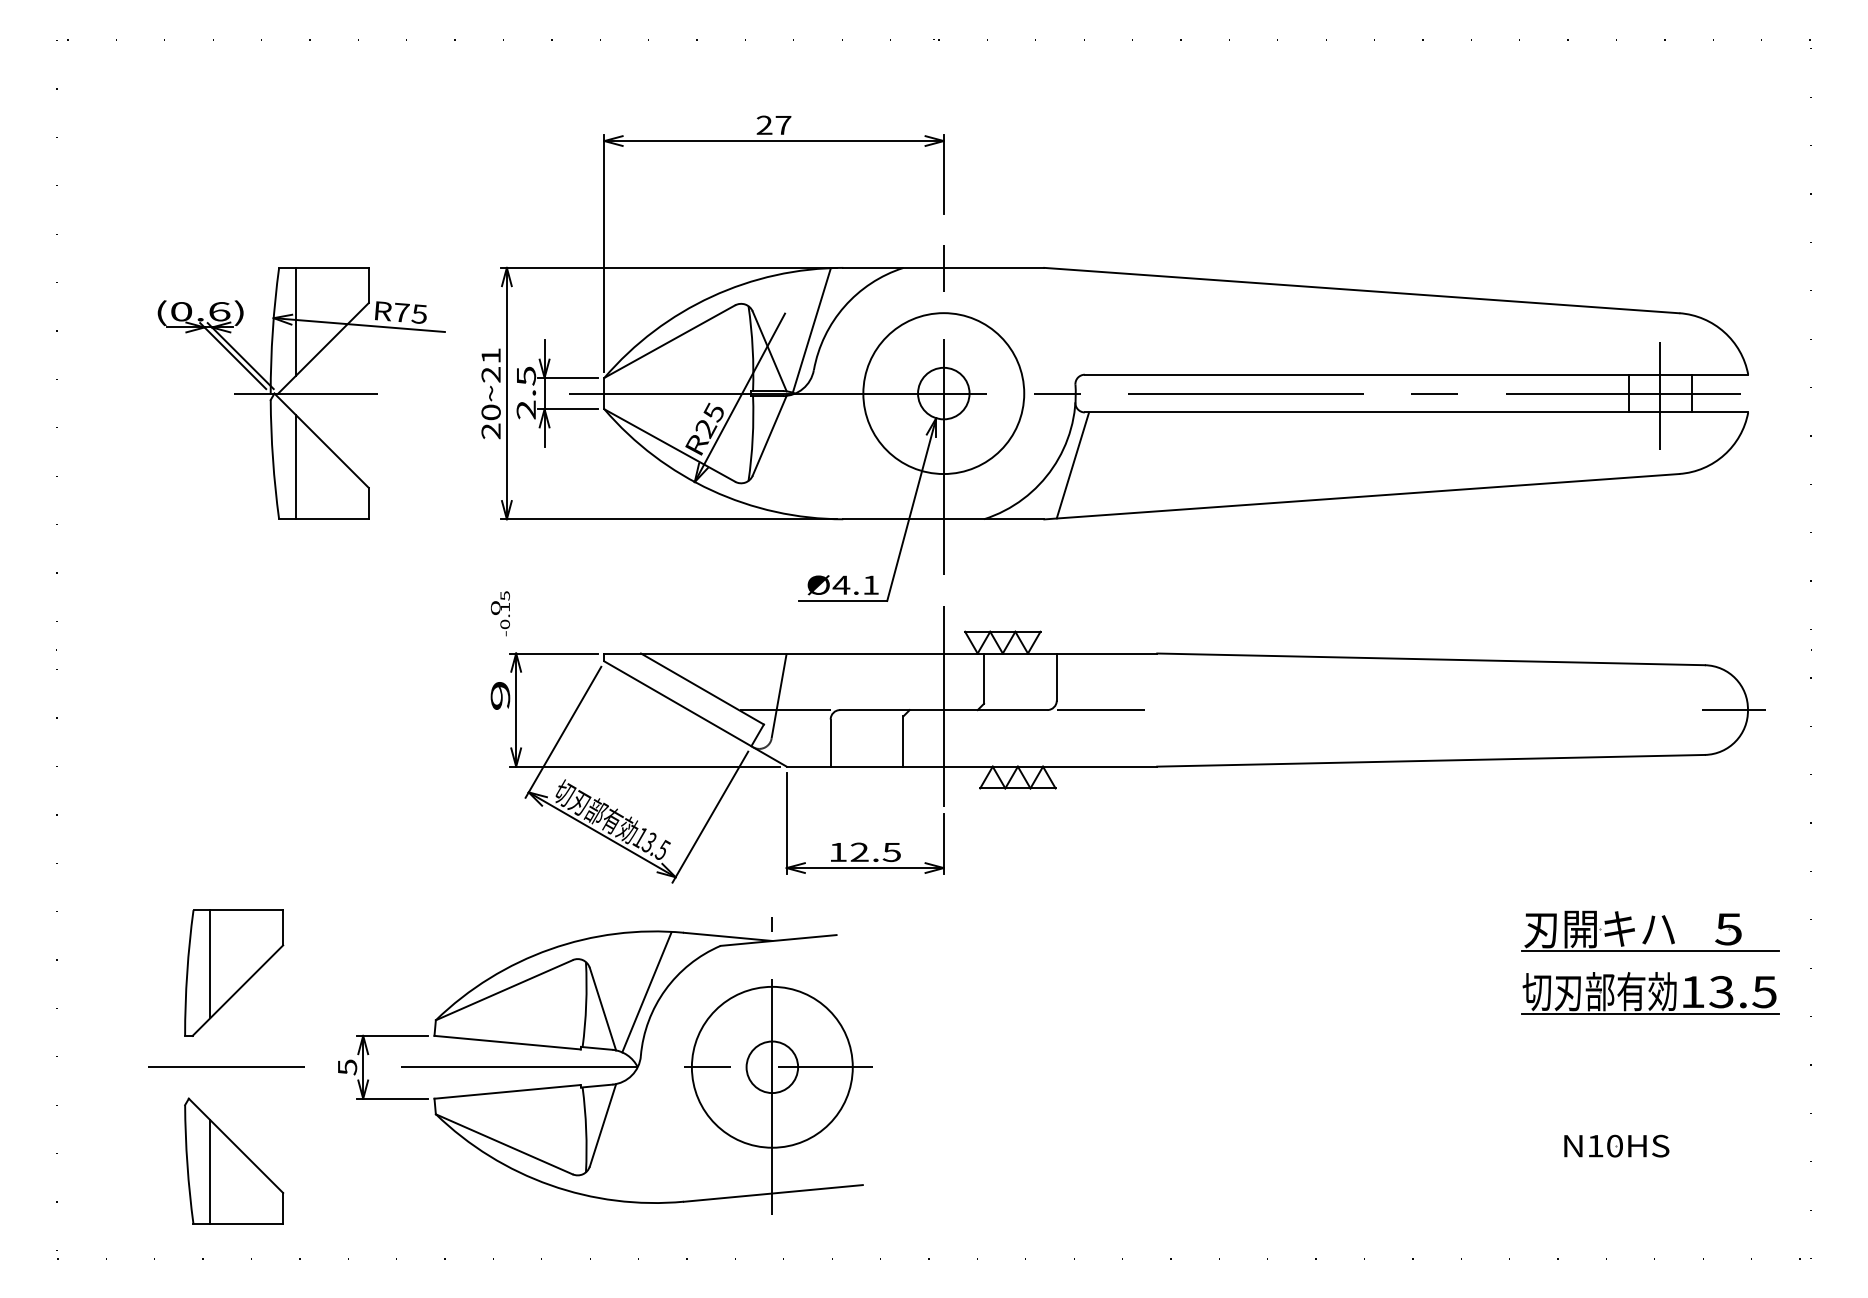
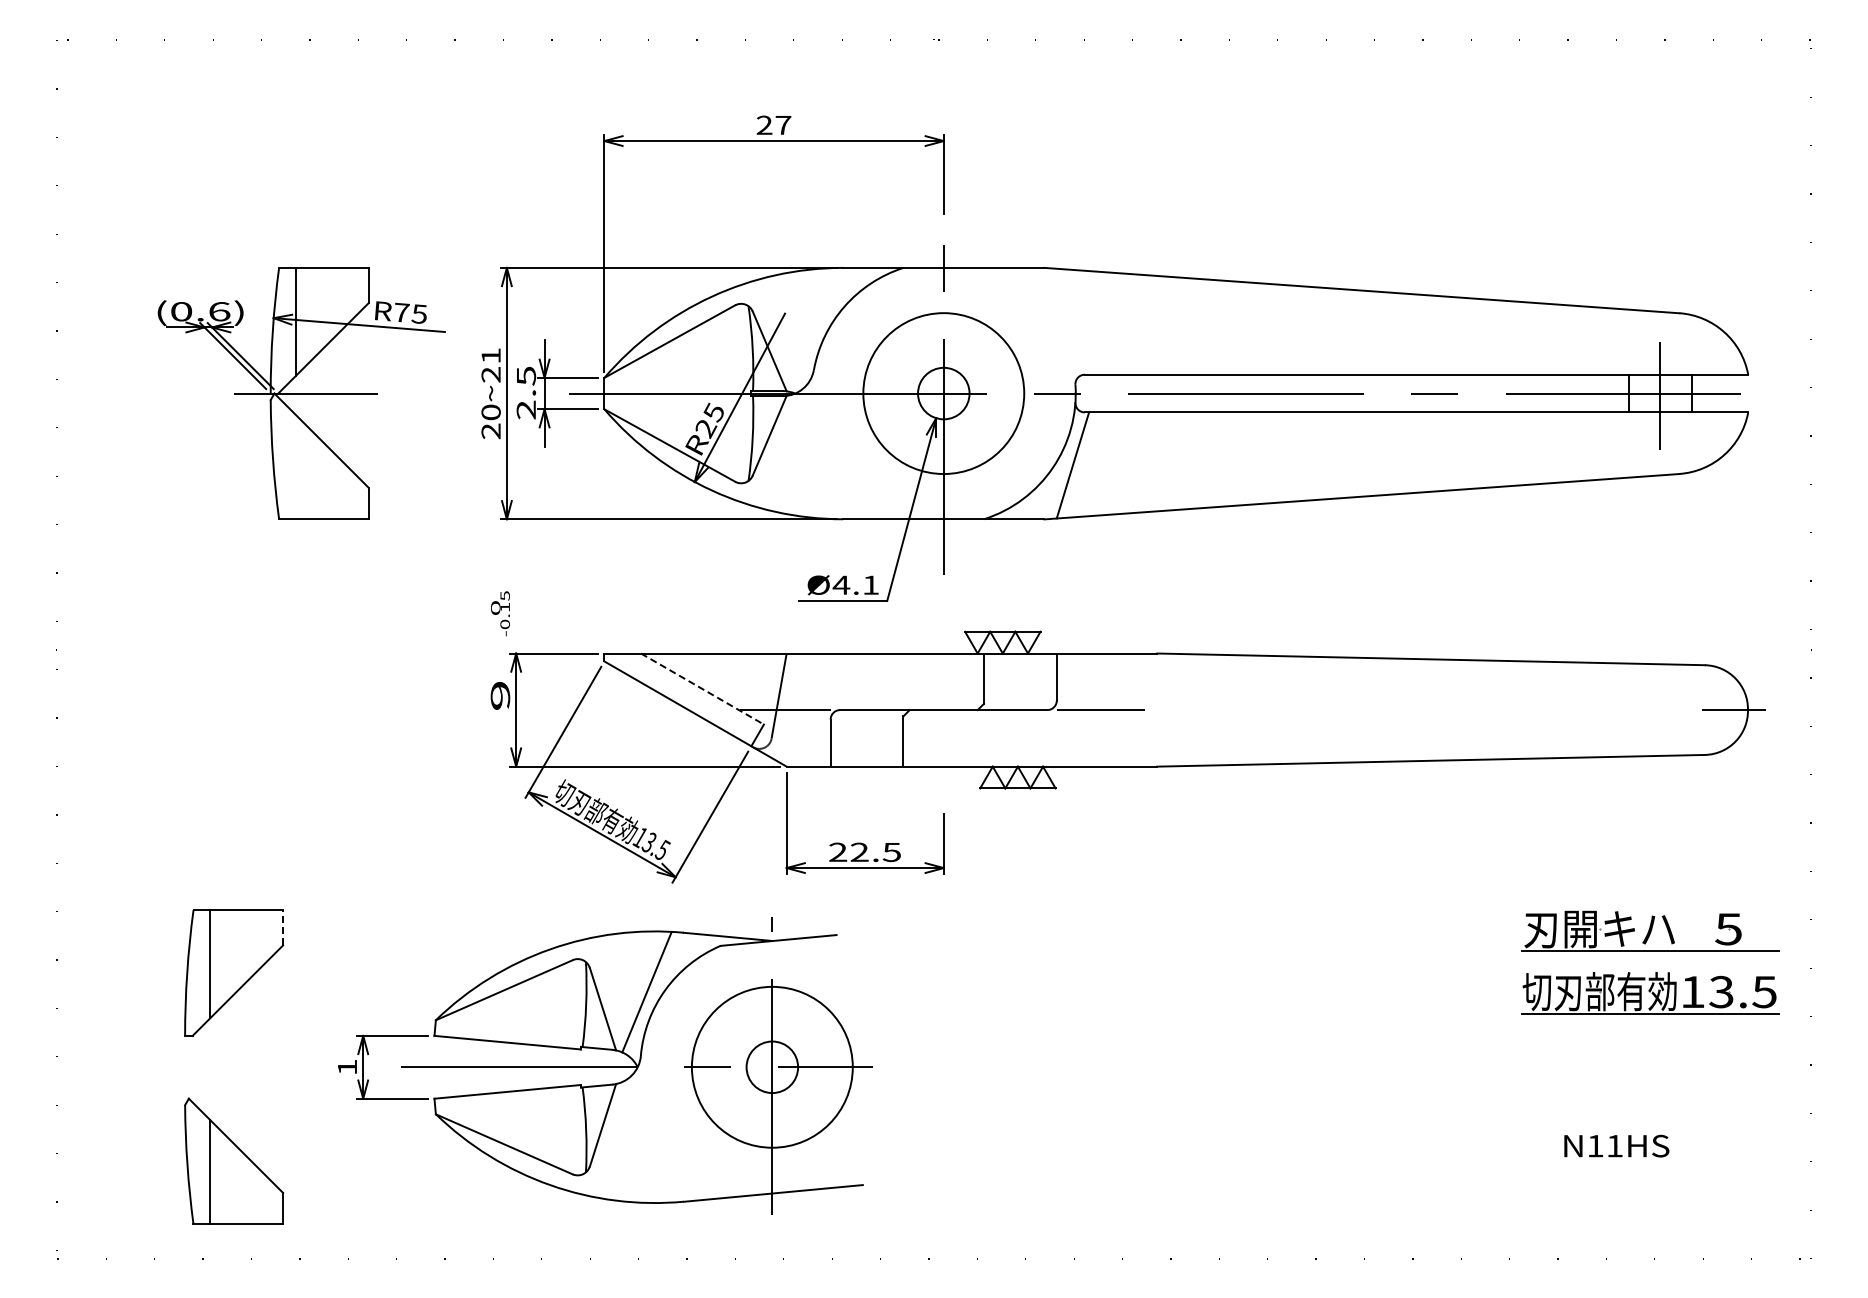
line at (811, 330): present -> none
line at (295, 466): present -> none
line at (702, 689): solid -> dashed
line at (943, 706): present -> none
text at (838, 851): 12.5 -> 22.5
line at (283, 927): solid -> dashed
line at (226, 1066): present -> none
text at (347, 1067): 5 -> 1
text at (1614, 1145): N10HS -> N11HS
